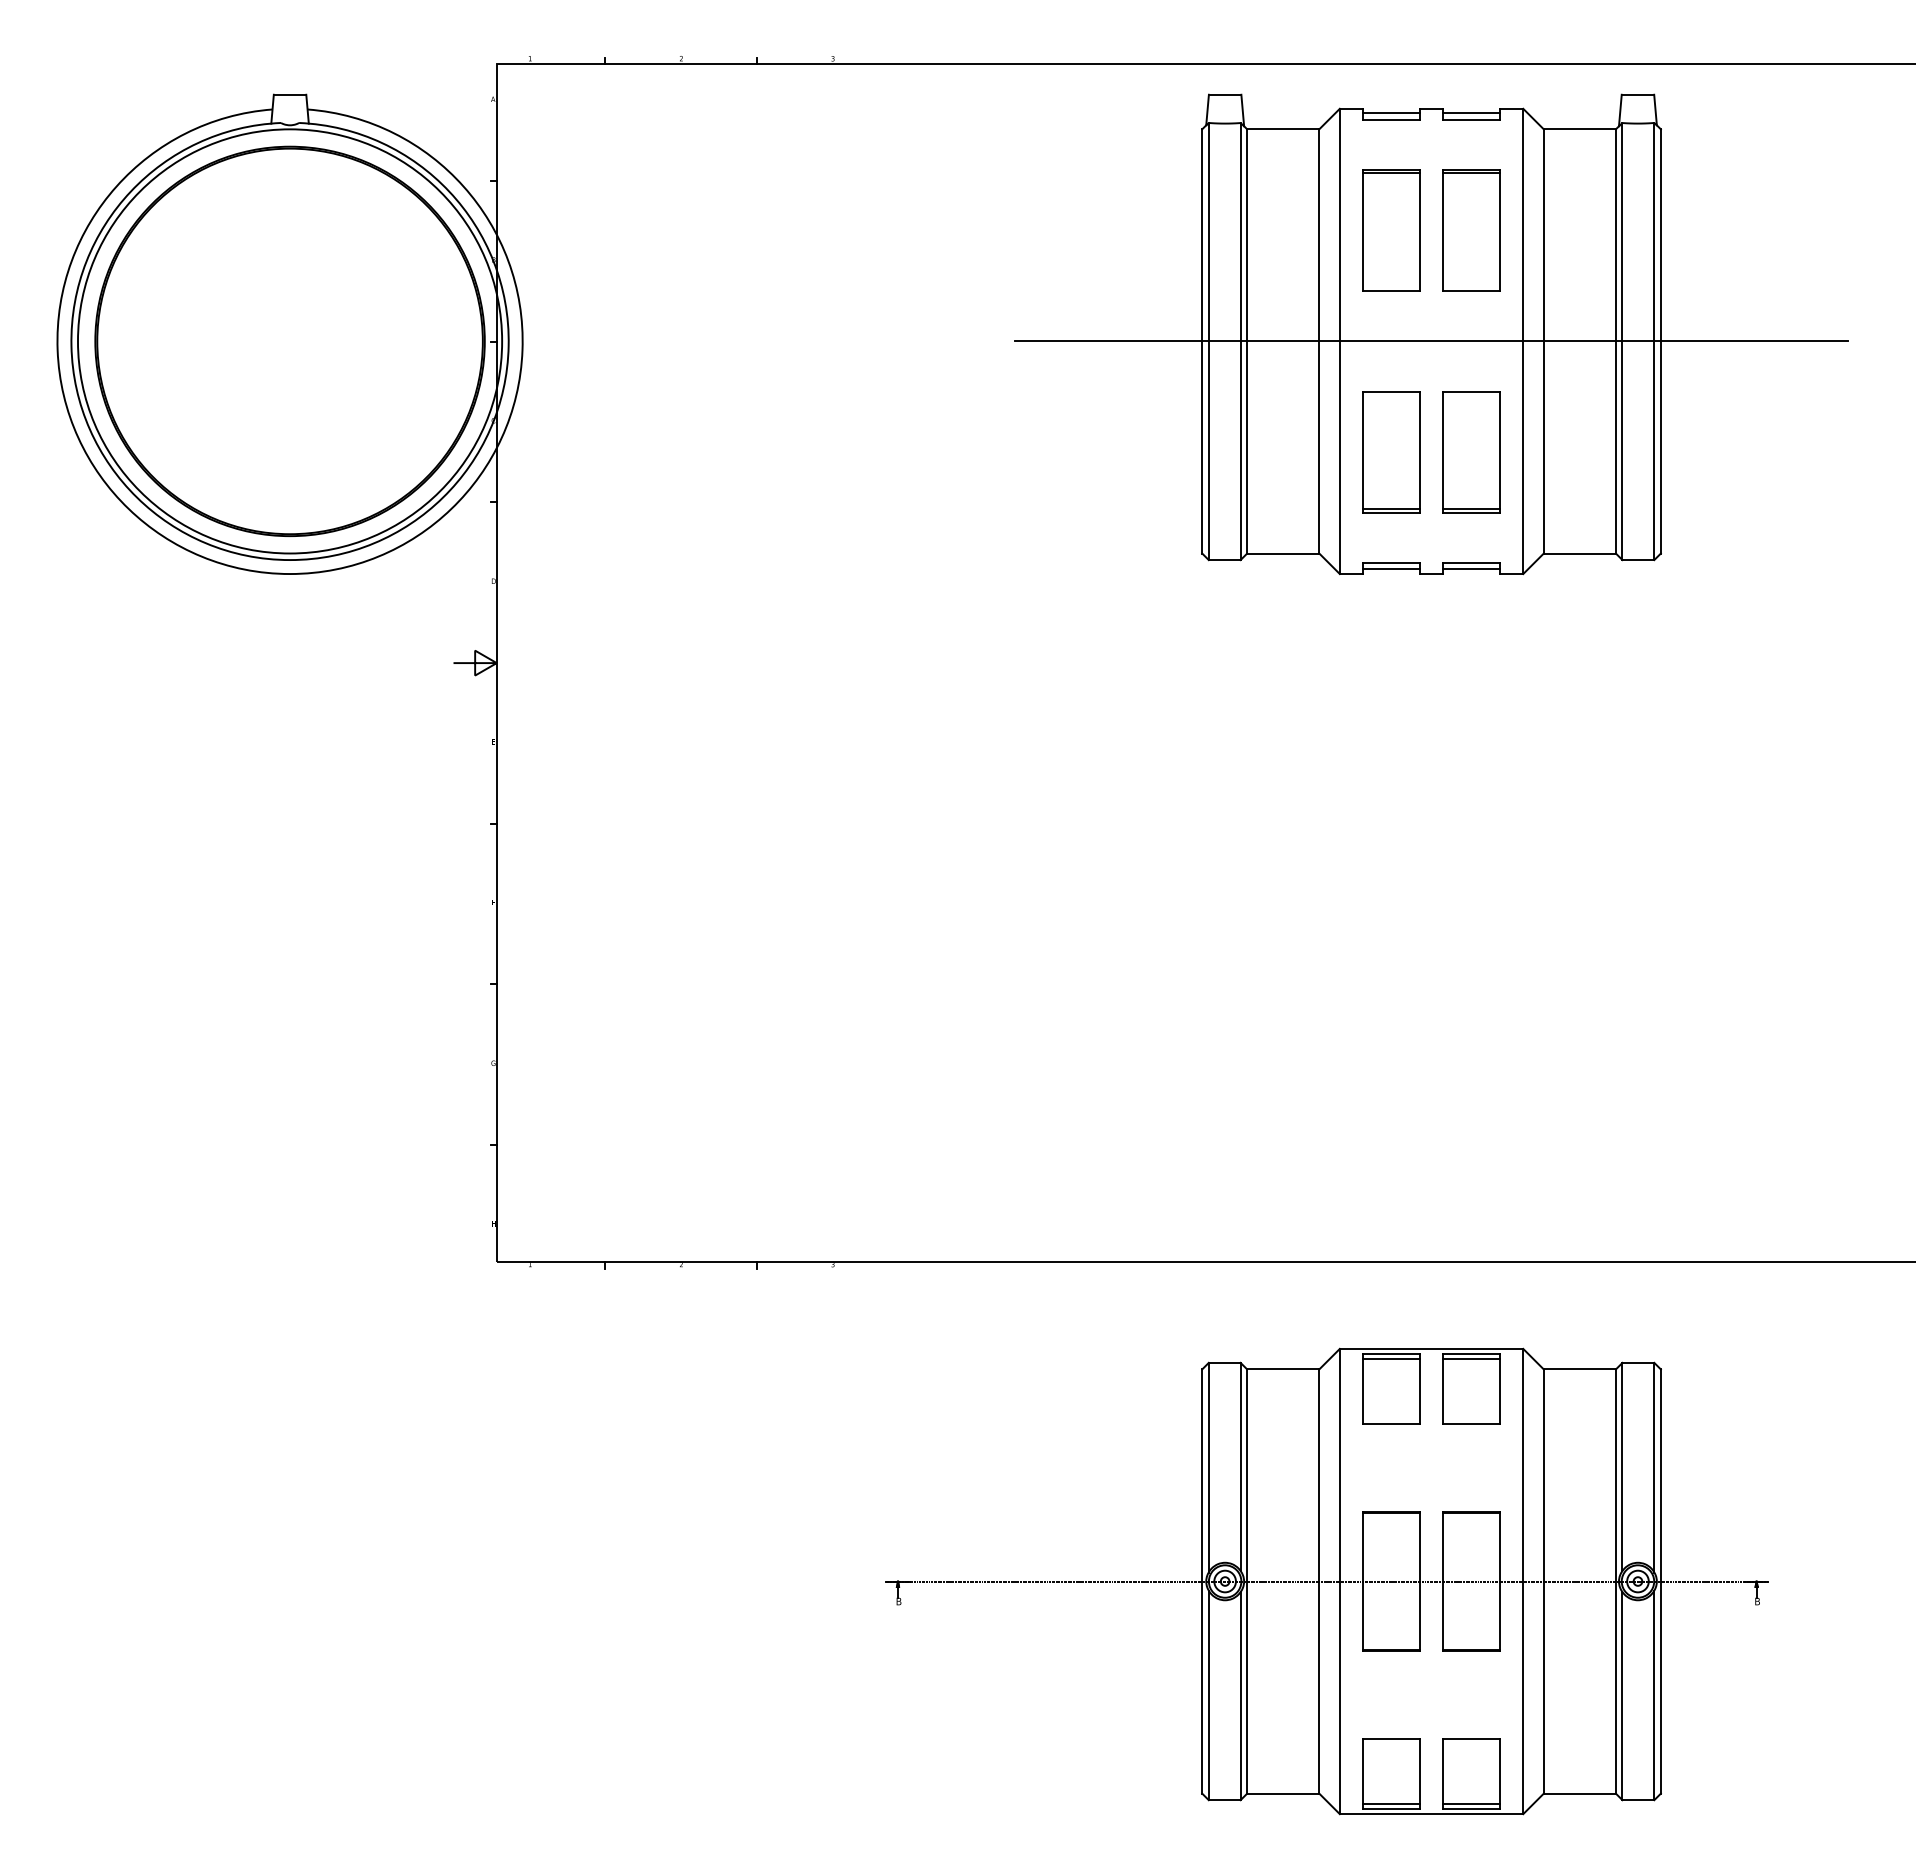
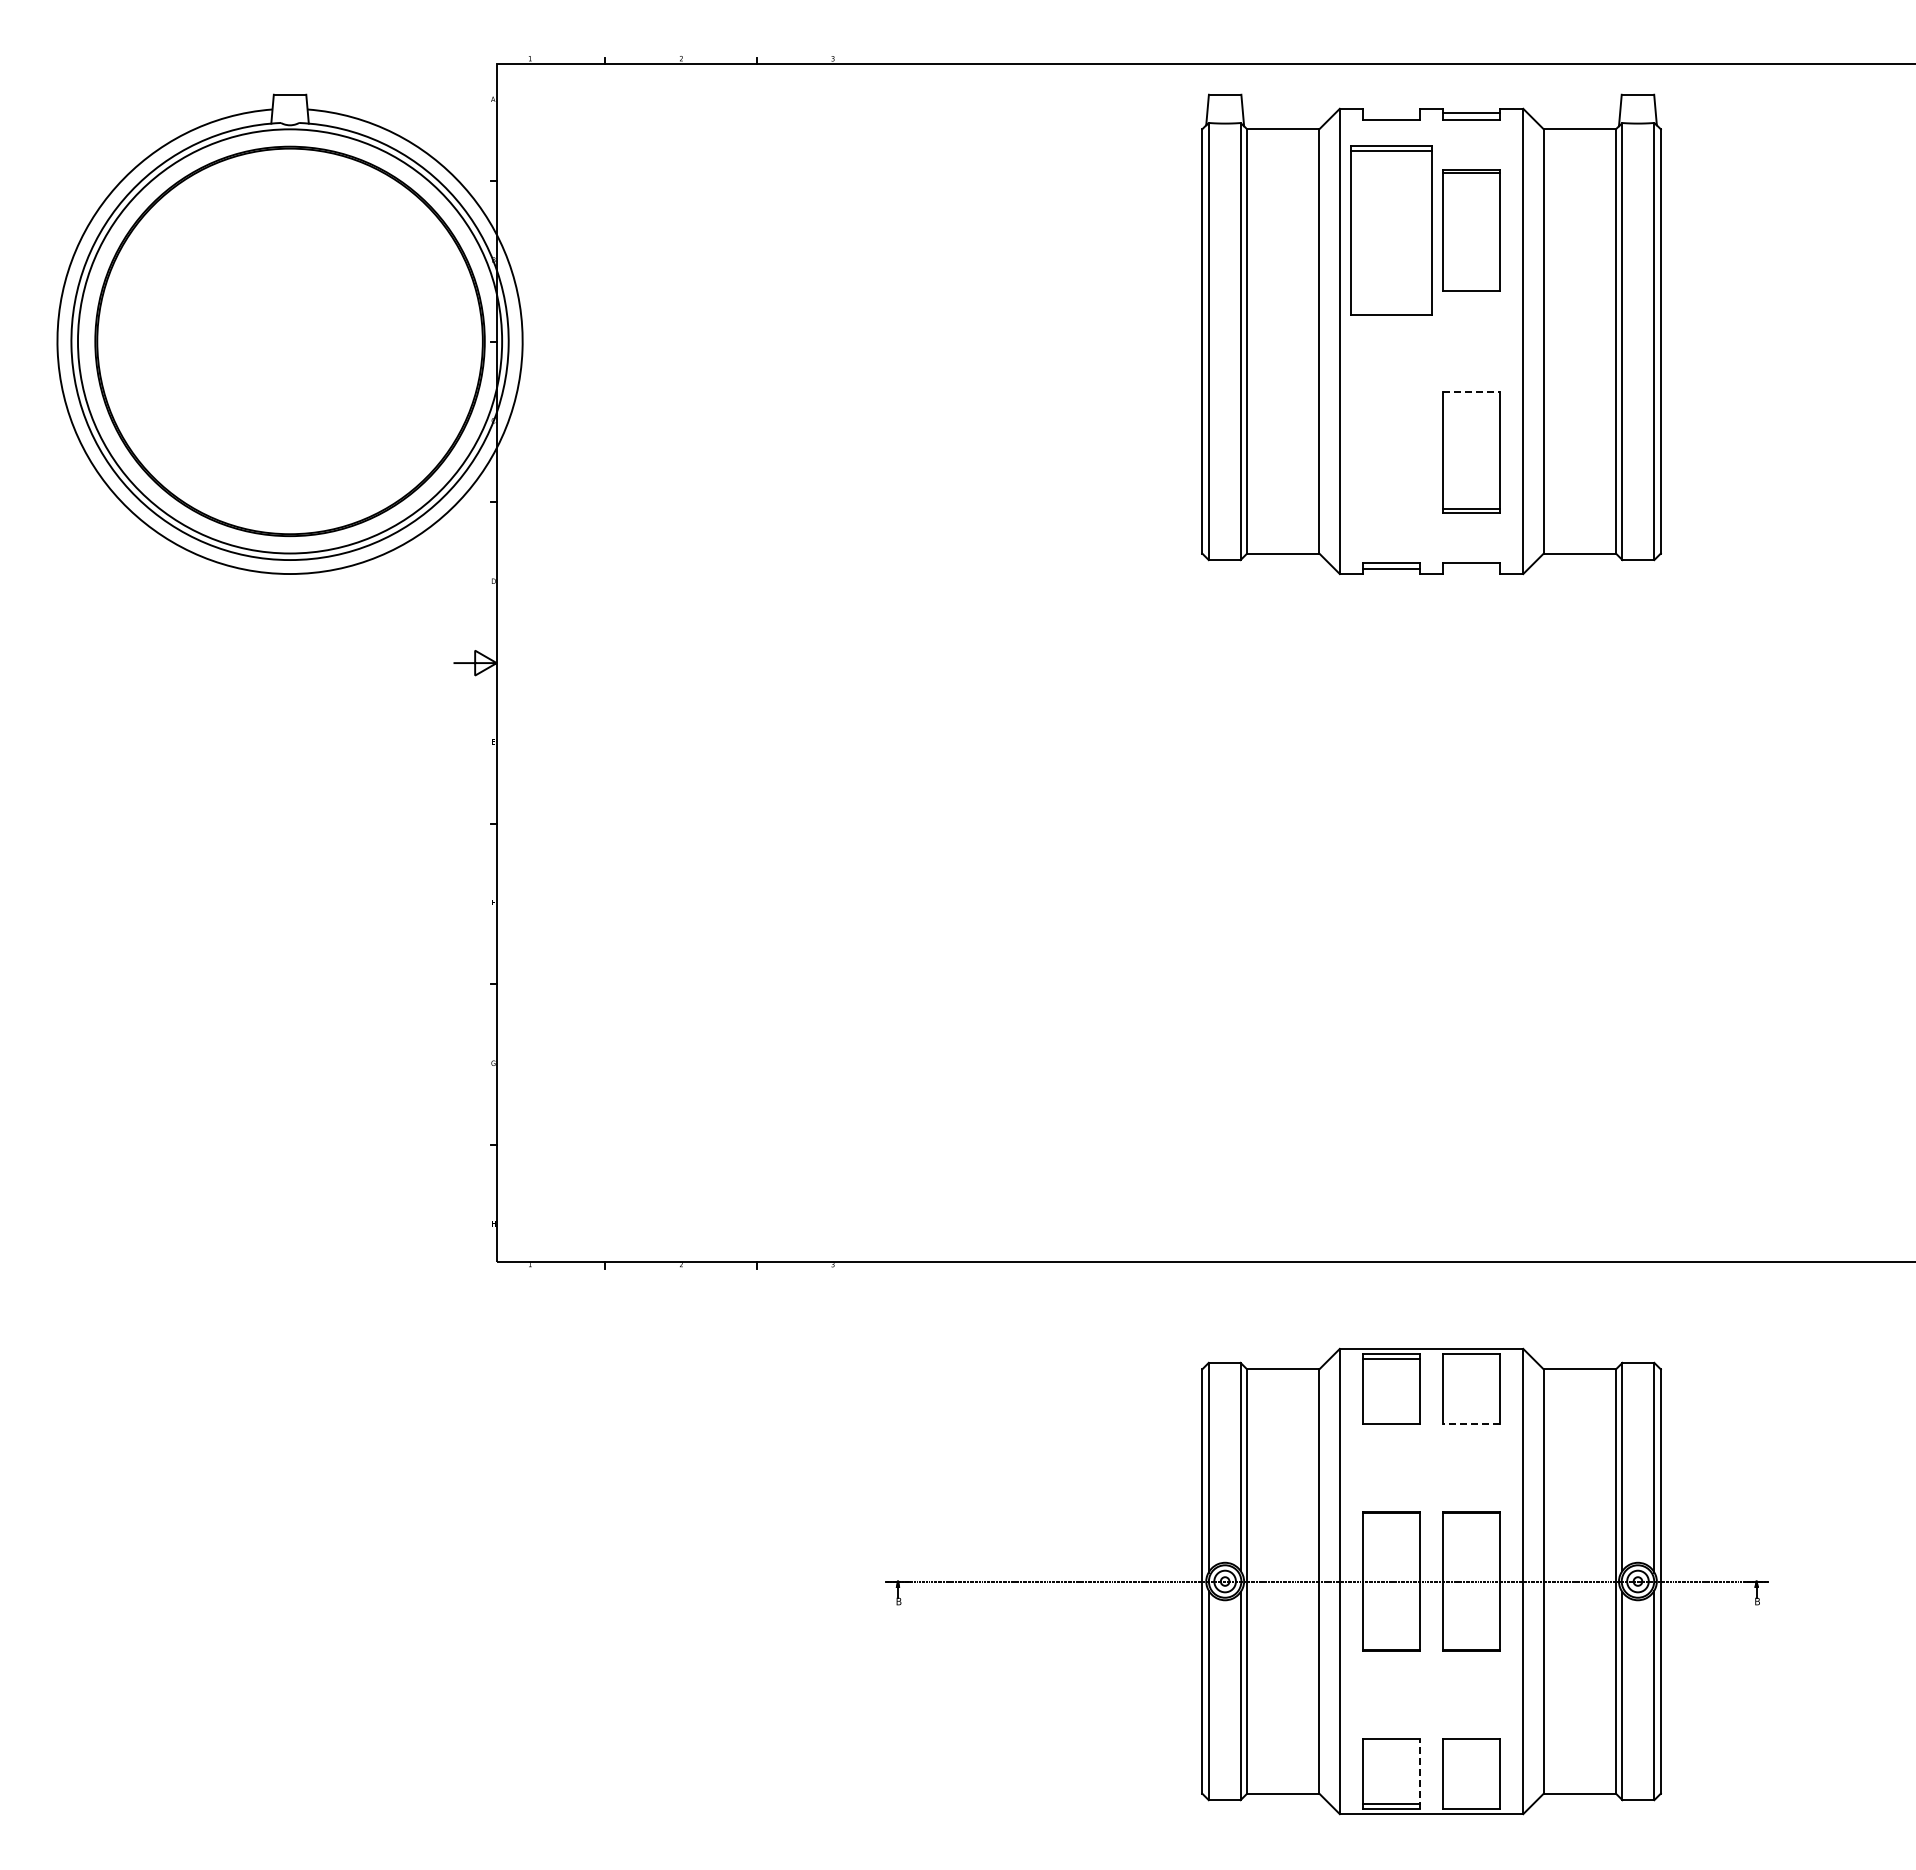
line at (1391, 113): present -> none
part at (1391, 230) size: 59x123 px -> 83x171 px
line at (1431, 341): present -> none
line at (1471, 391): solid -> dashed
part at (1391, 452): present -> none
line at (1471, 569): present -> none
line at (1471, 1358): present -> none
line at (1471, 1424): solid -> dashed
line at (1420, 1773): solid -> dashed
line at (1471, 1804): present -> none
